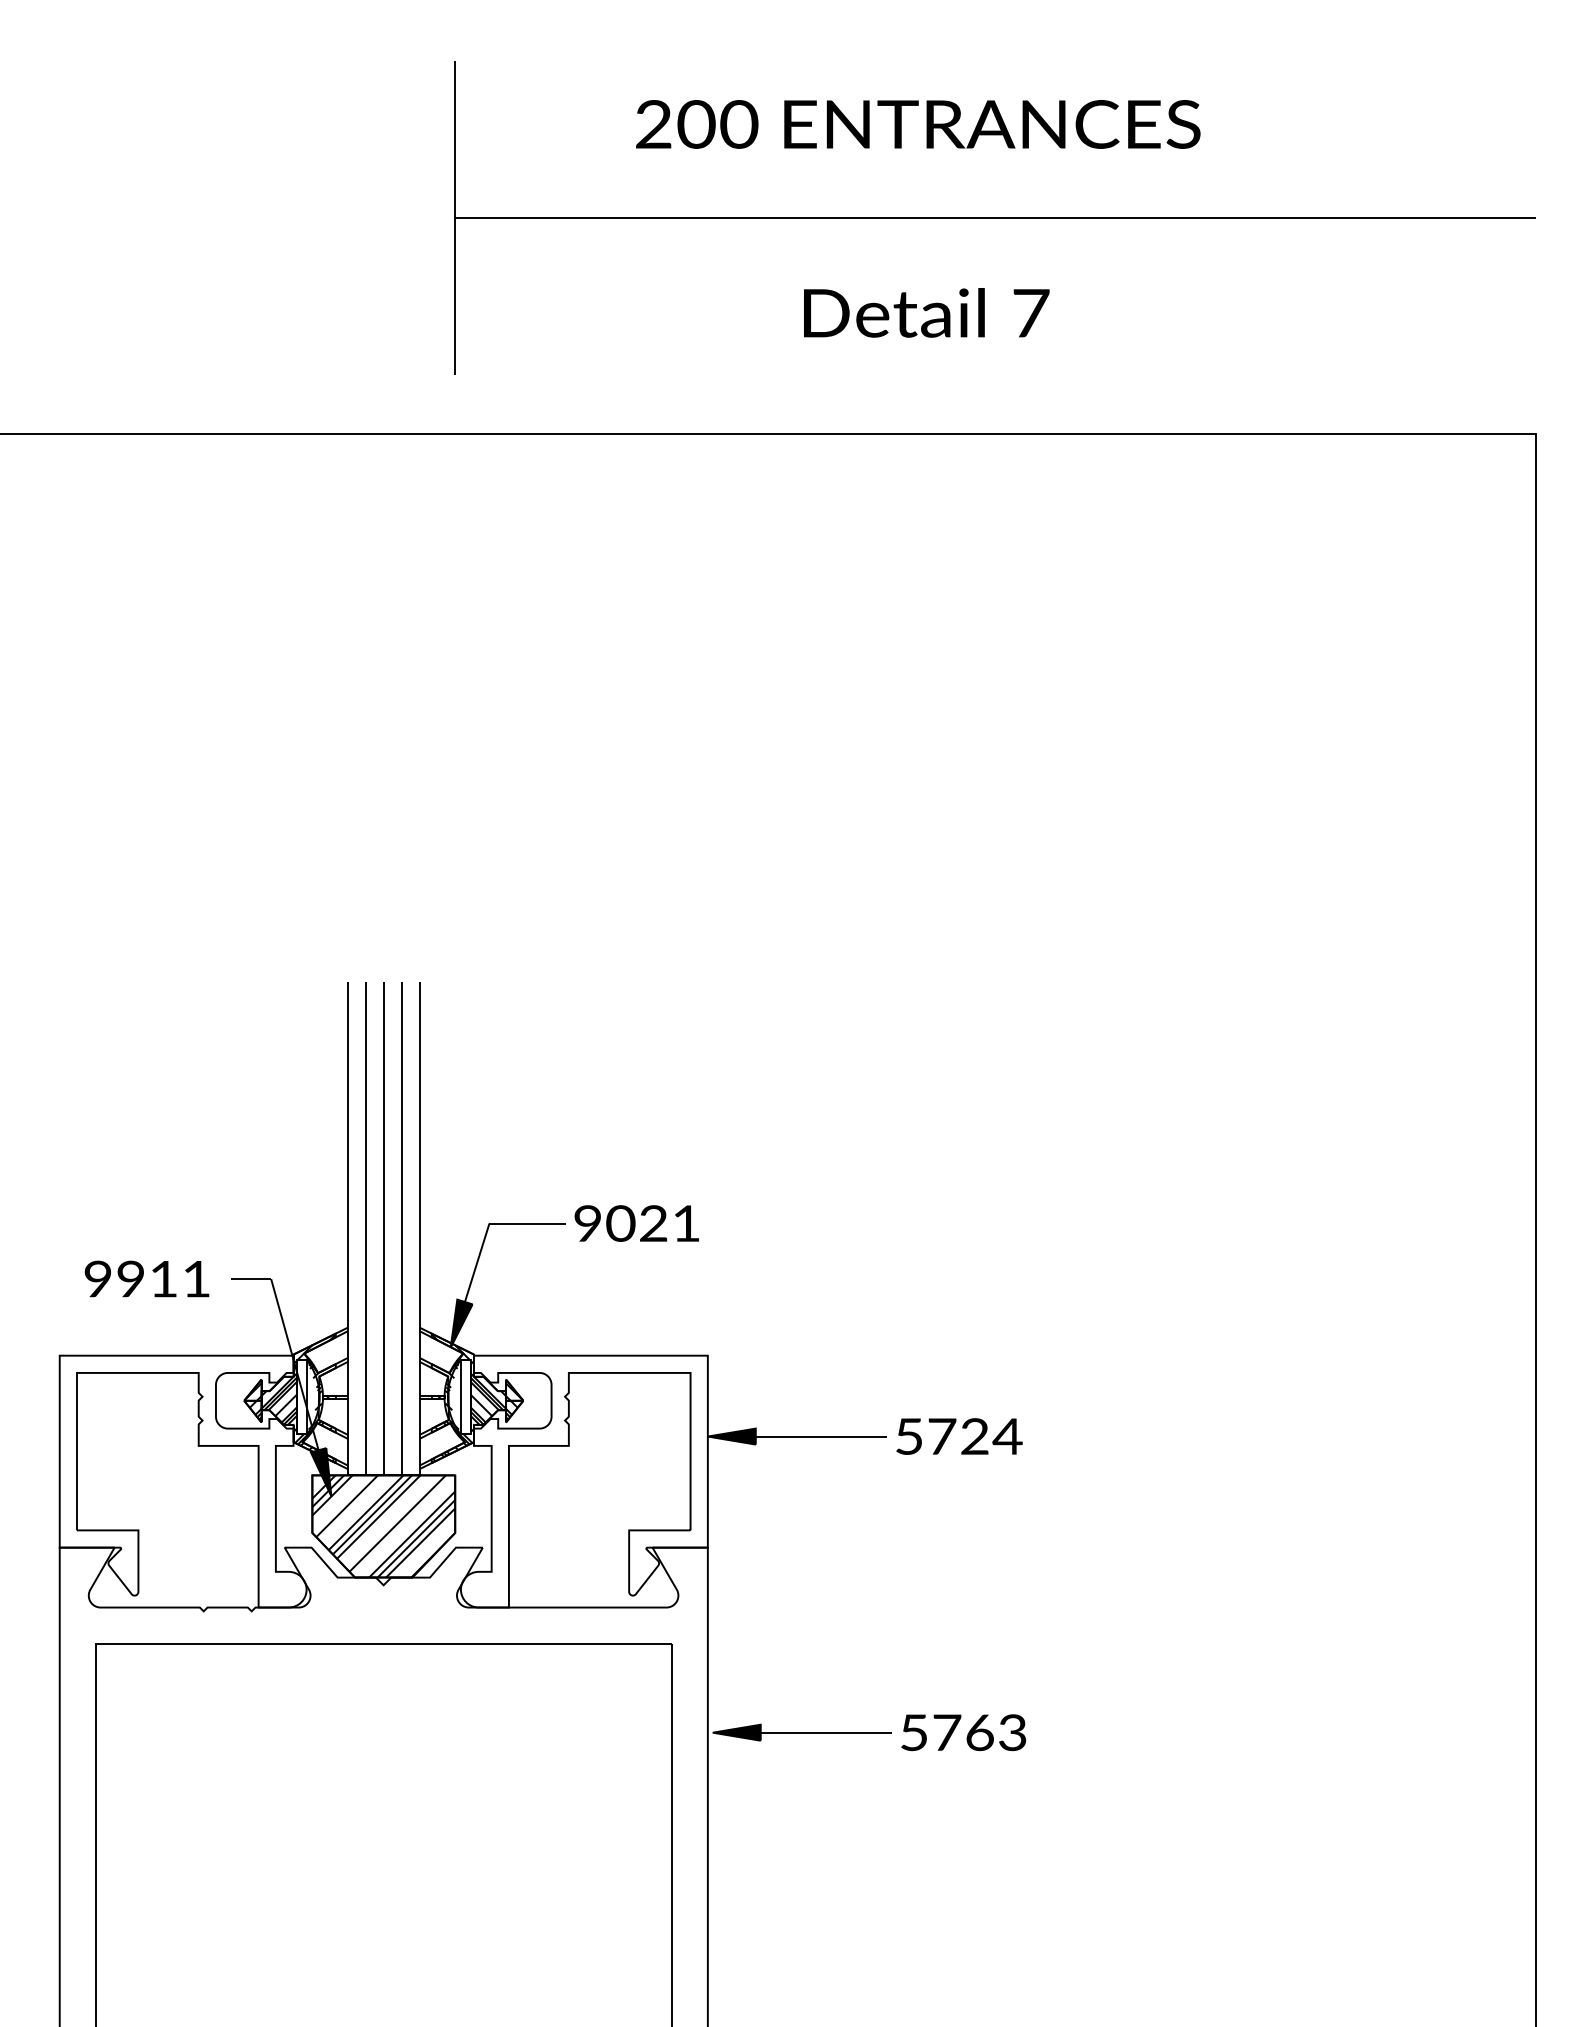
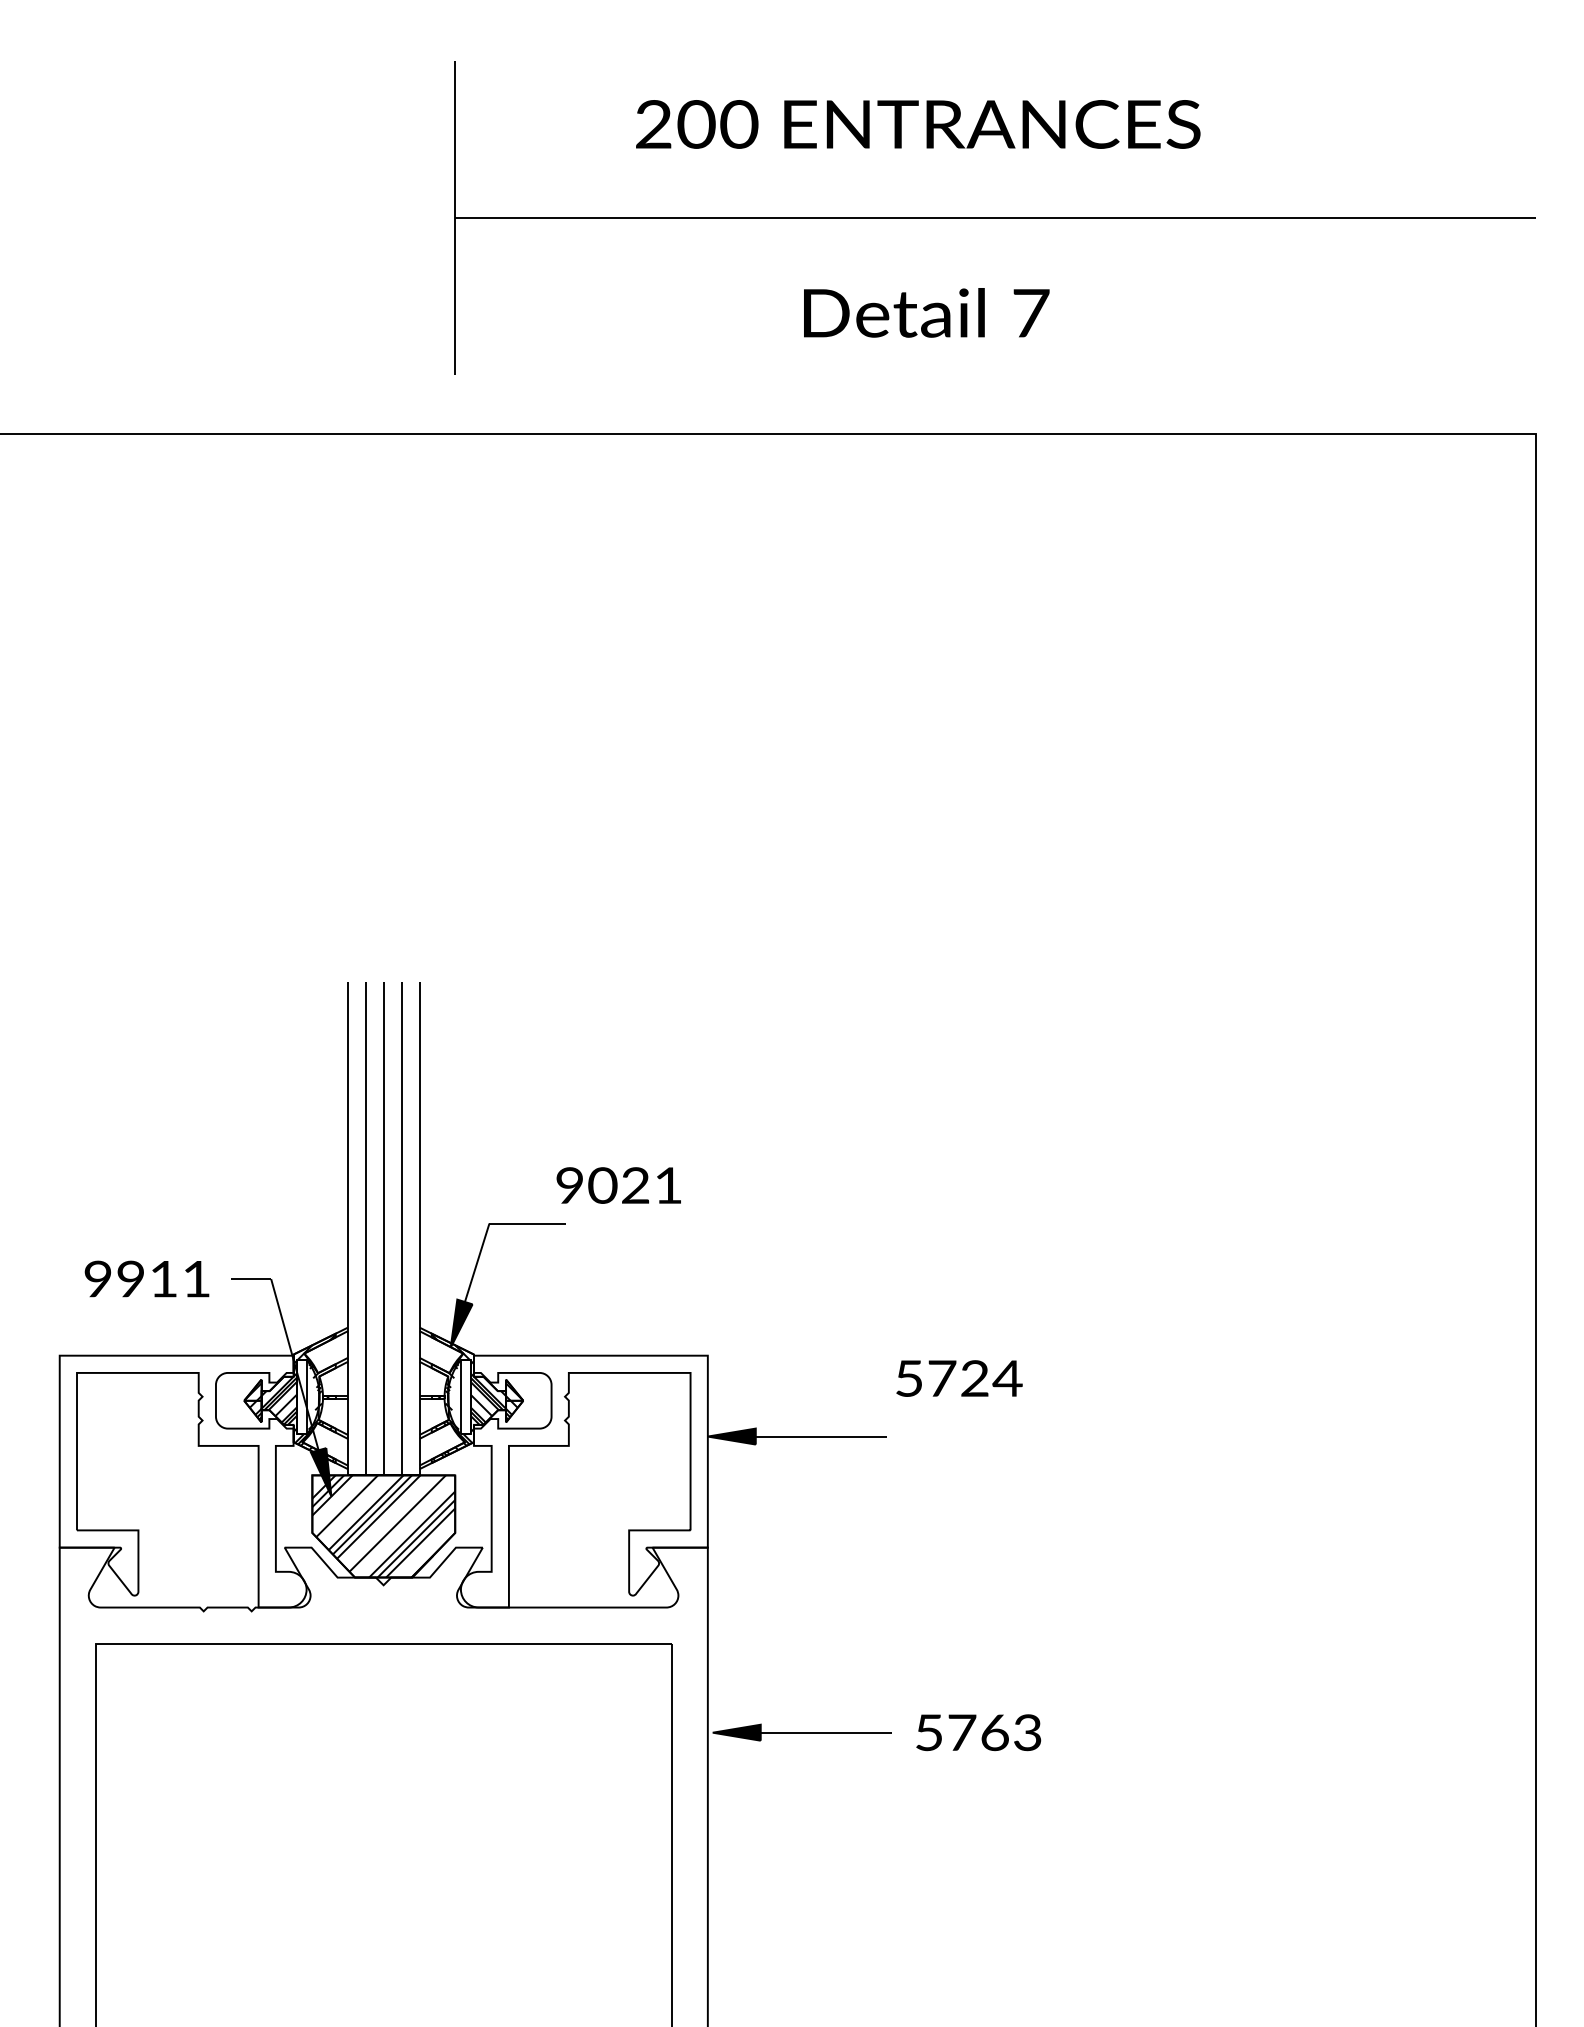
text at (636, 1223) position: (636, 1223) -> (618, 1185)
text at (959, 1436) position: (959, 1436) -> (959, 1378)
text at (963, 1732) position: (963, 1732) -> (978, 1732)
